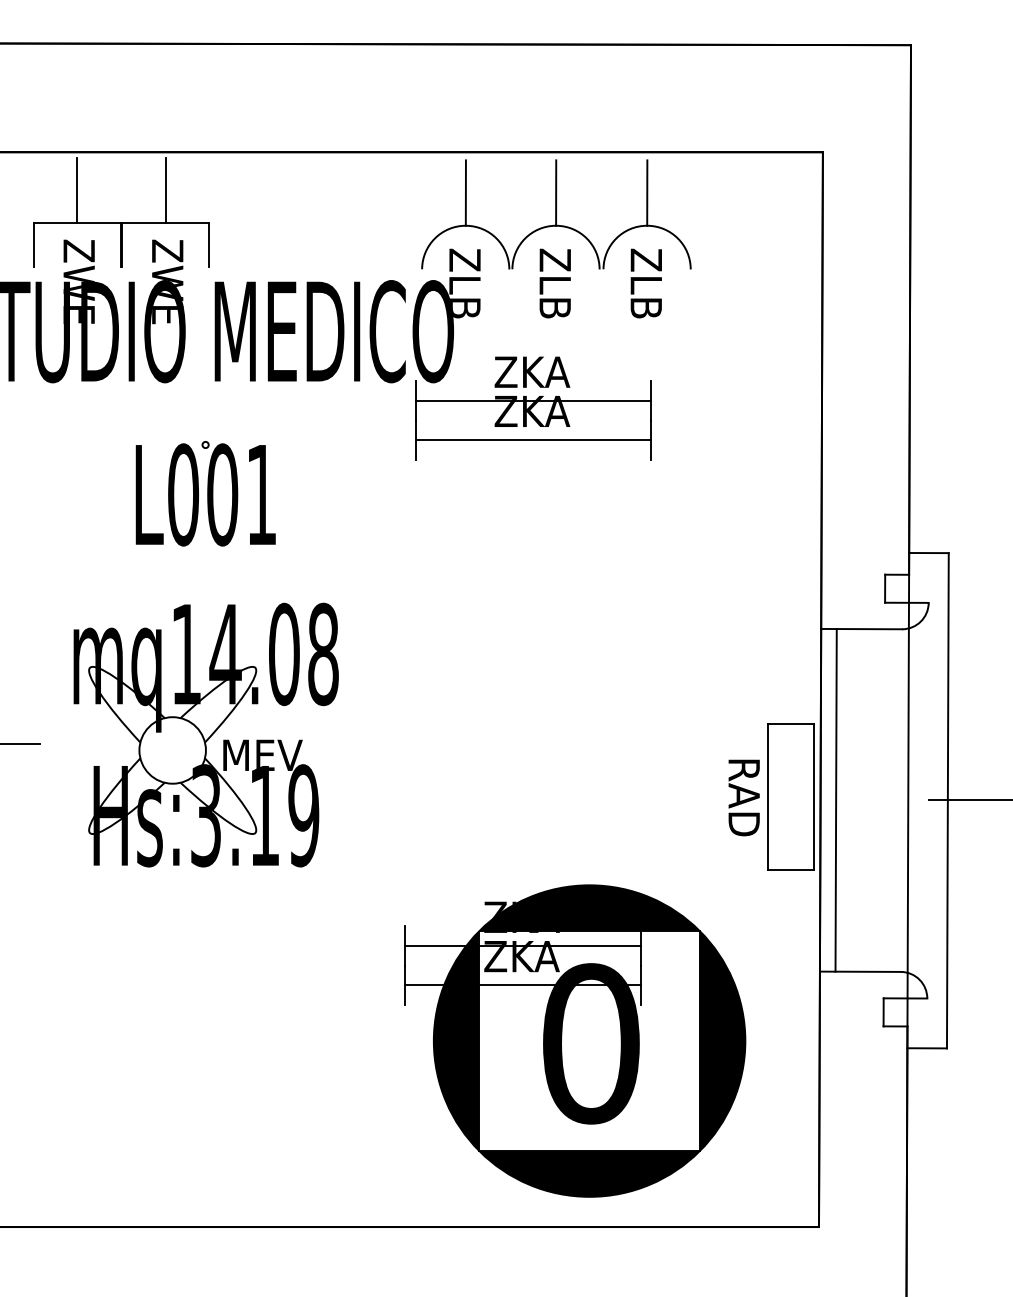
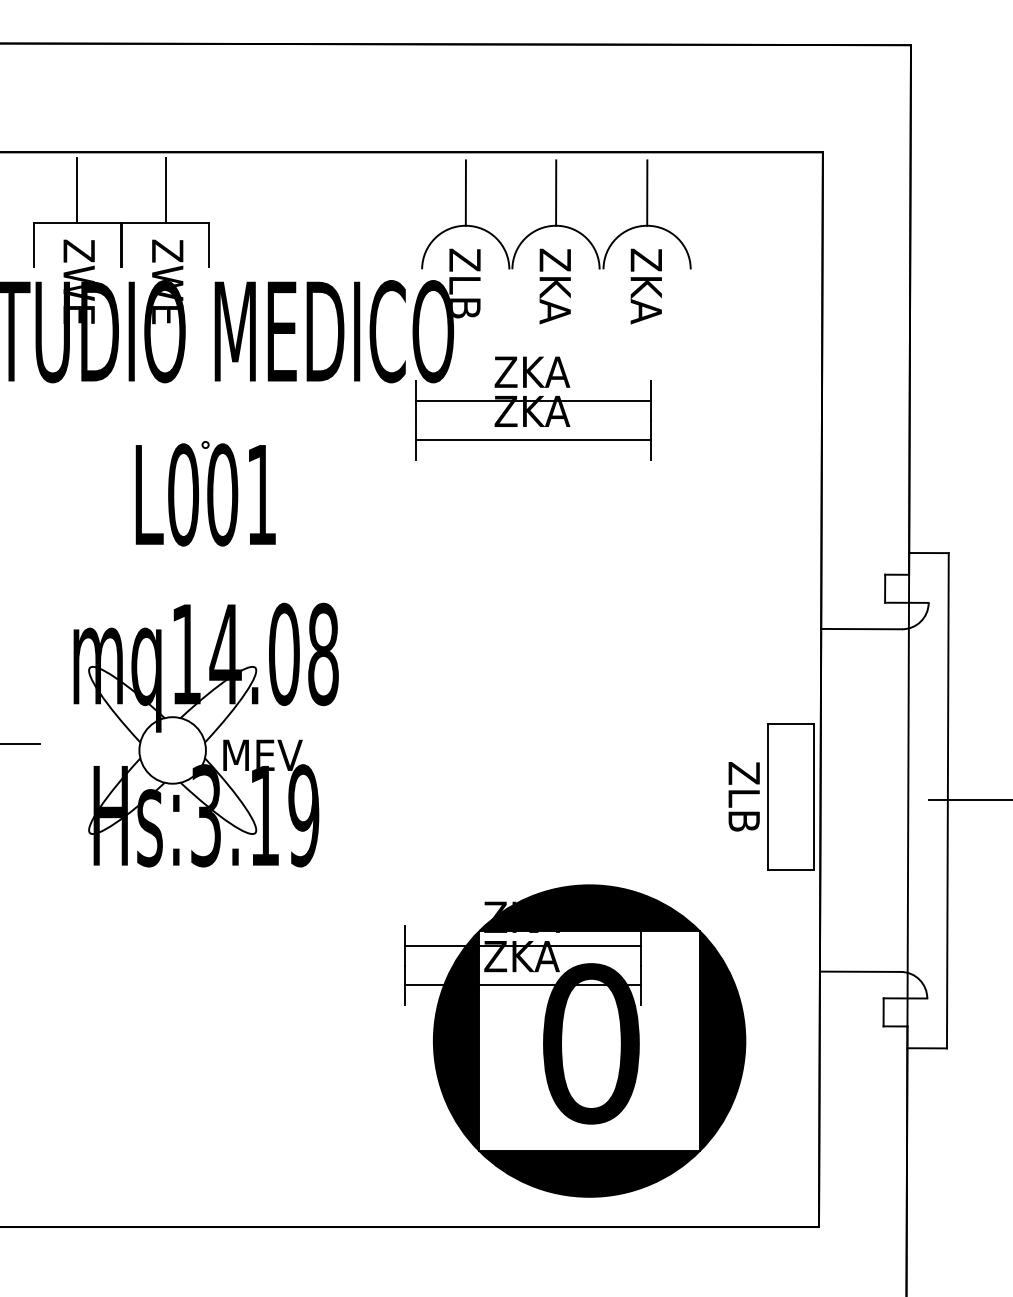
text at (554, 302): ZLB -> ZKA
text at (645, 302): ZLB -> ZKA
text at (743, 797): RAD -> ZLB
line at (835, 800): present -> none
